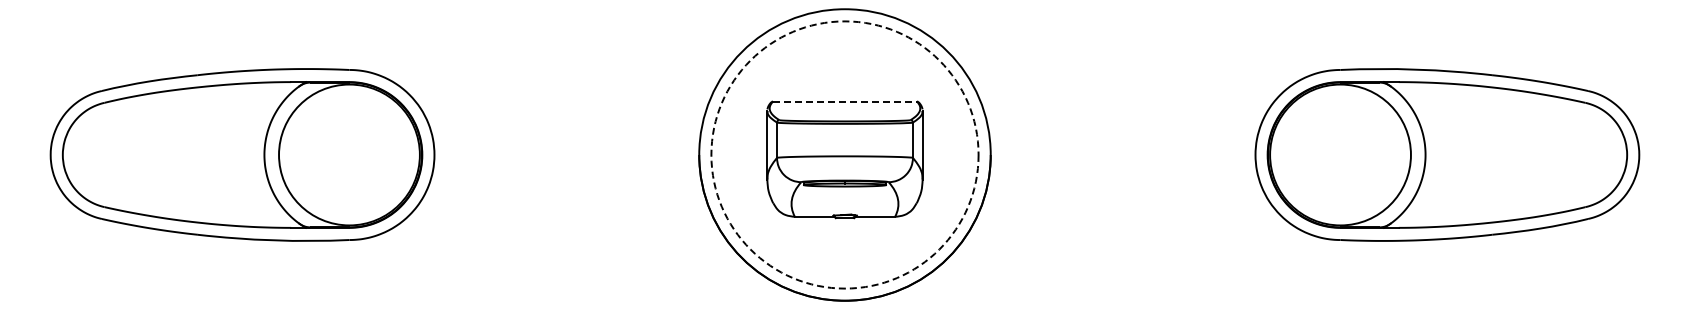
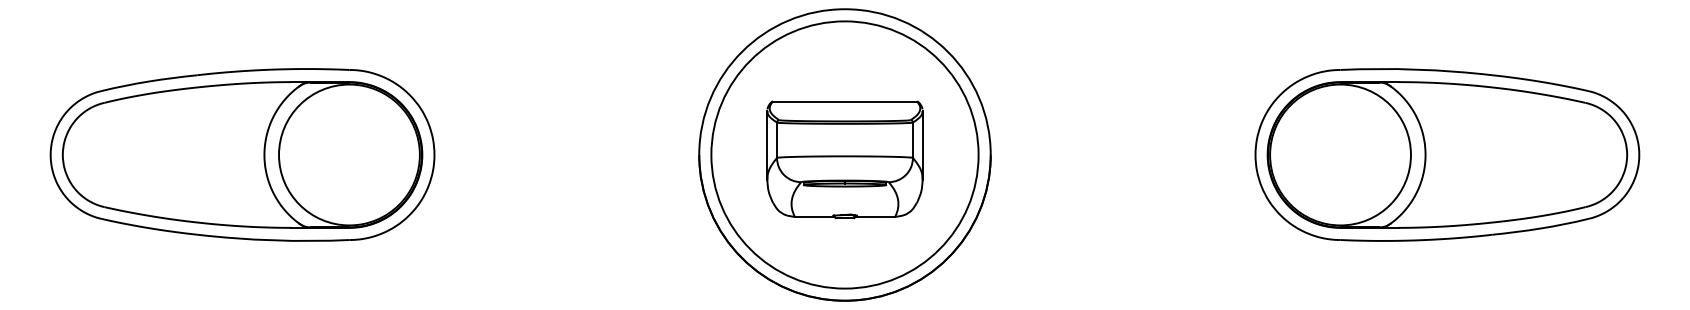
line at (845, 101): dashed -> solid
circle at (844, 154): dashed -> solid
